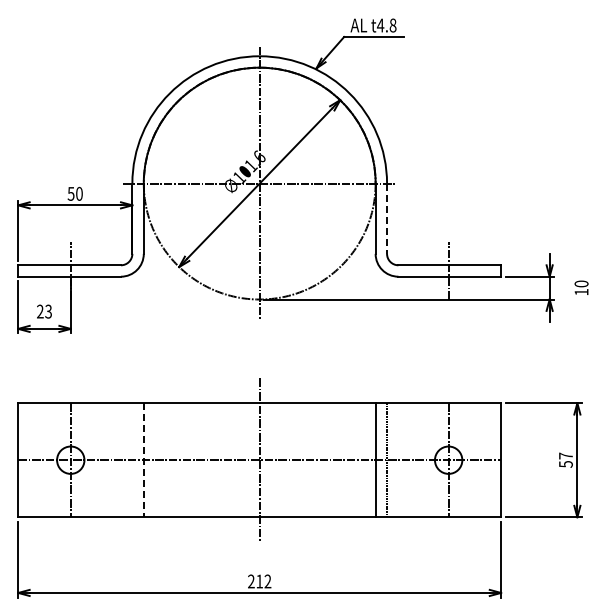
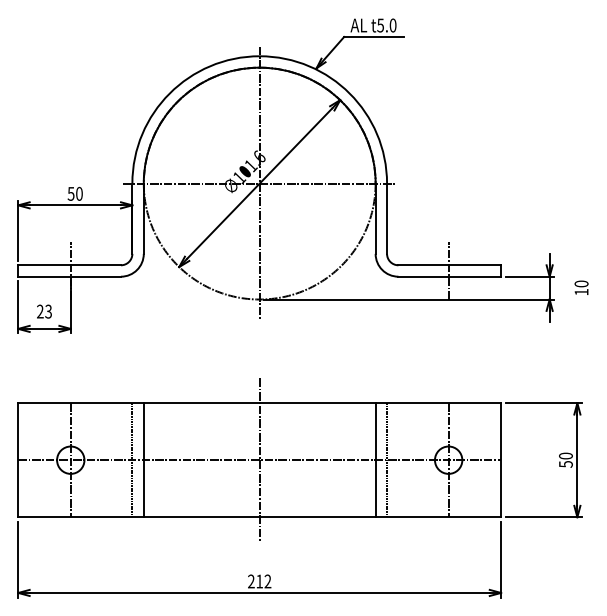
text at (386, 25): t4.8 -> t5.0
line at (387, 219): dashed -> solid
text at (565, 455): 57 -> 50
line at (132, 460): none -> present
line at (143, 460): dashed -> solid
